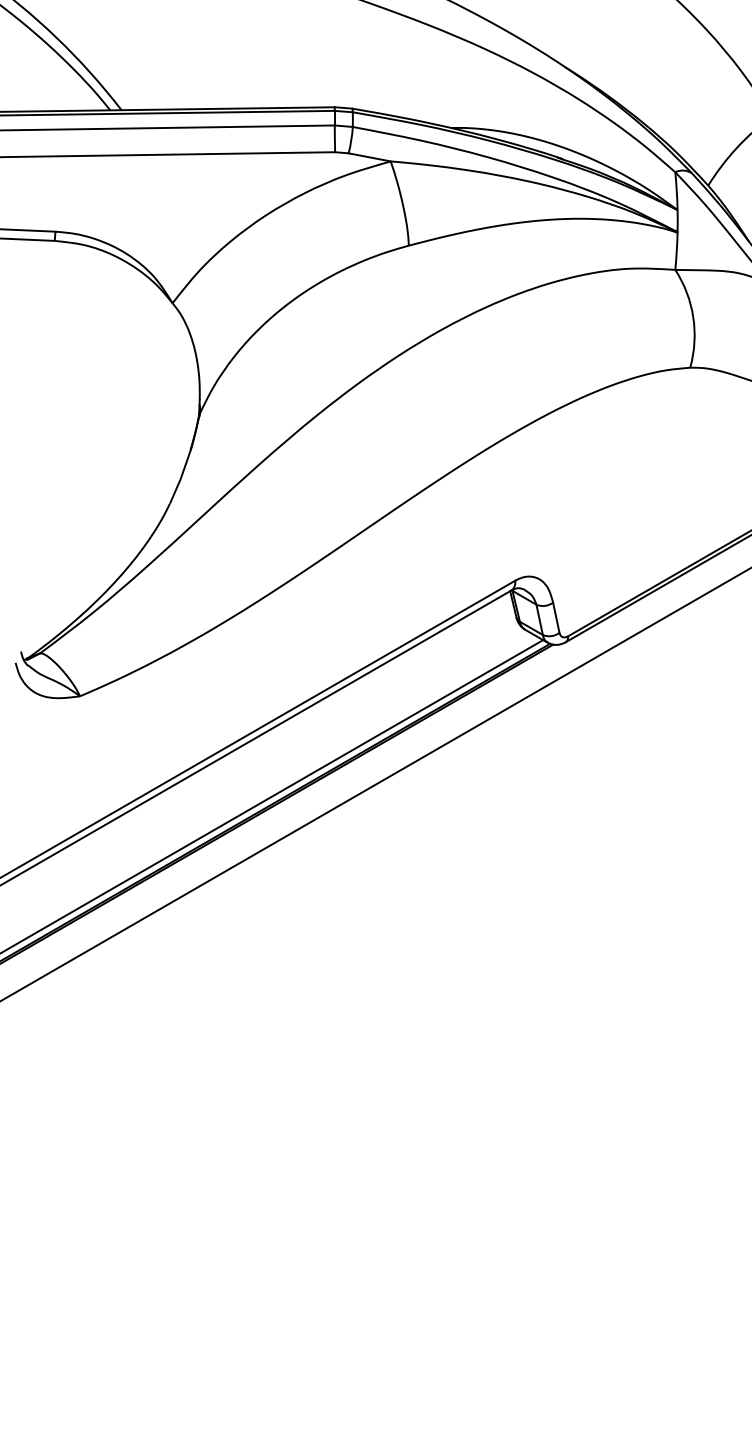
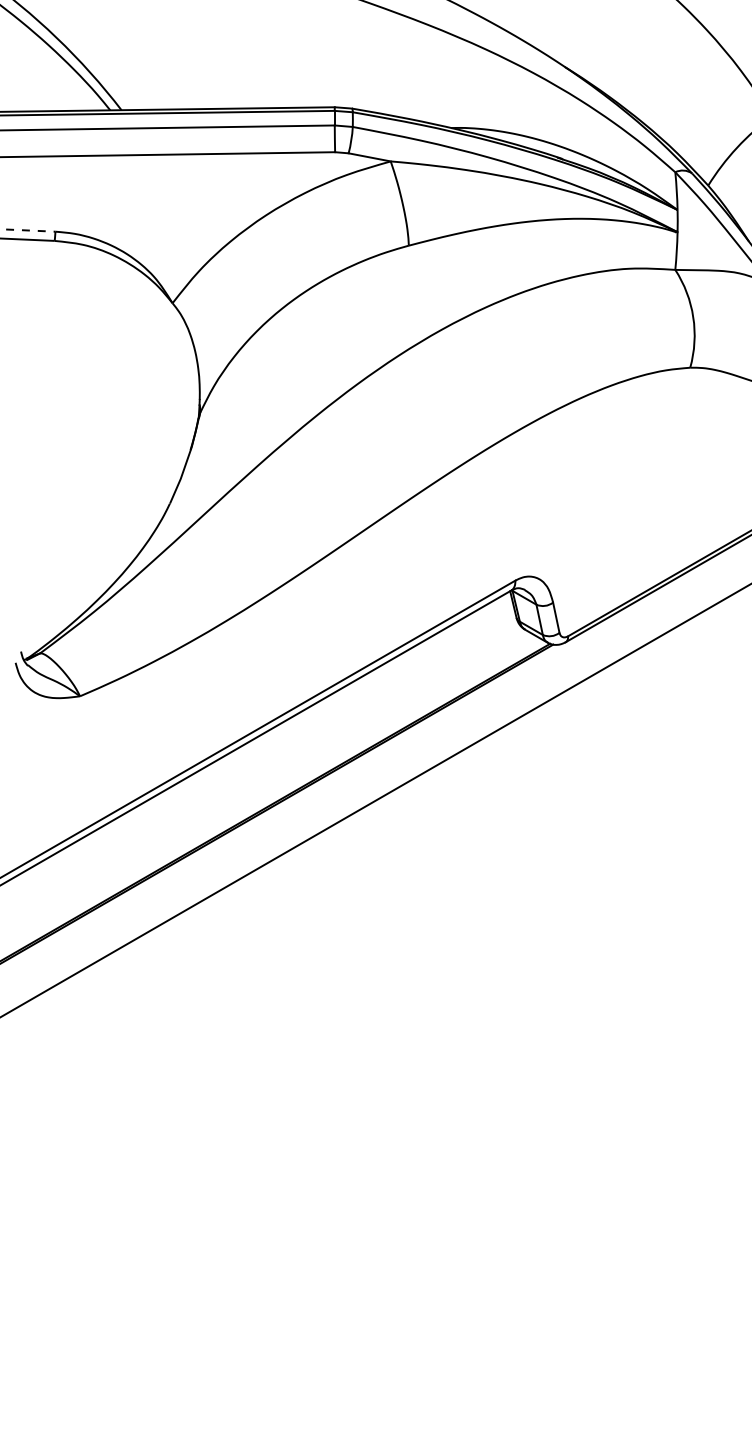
line at (28, 230): solid -> dashed
line at (375, 784) position: (375, 784) -> (375, 800)
line at (272, 796): present -> none
